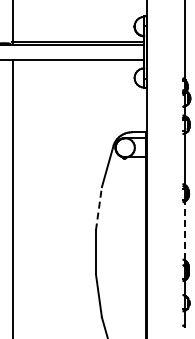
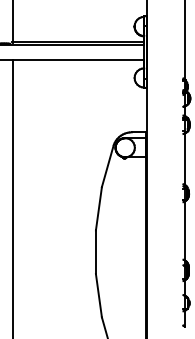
line at (98, 208): dashed -> solid
line at (184, 230): dashed -> solid
